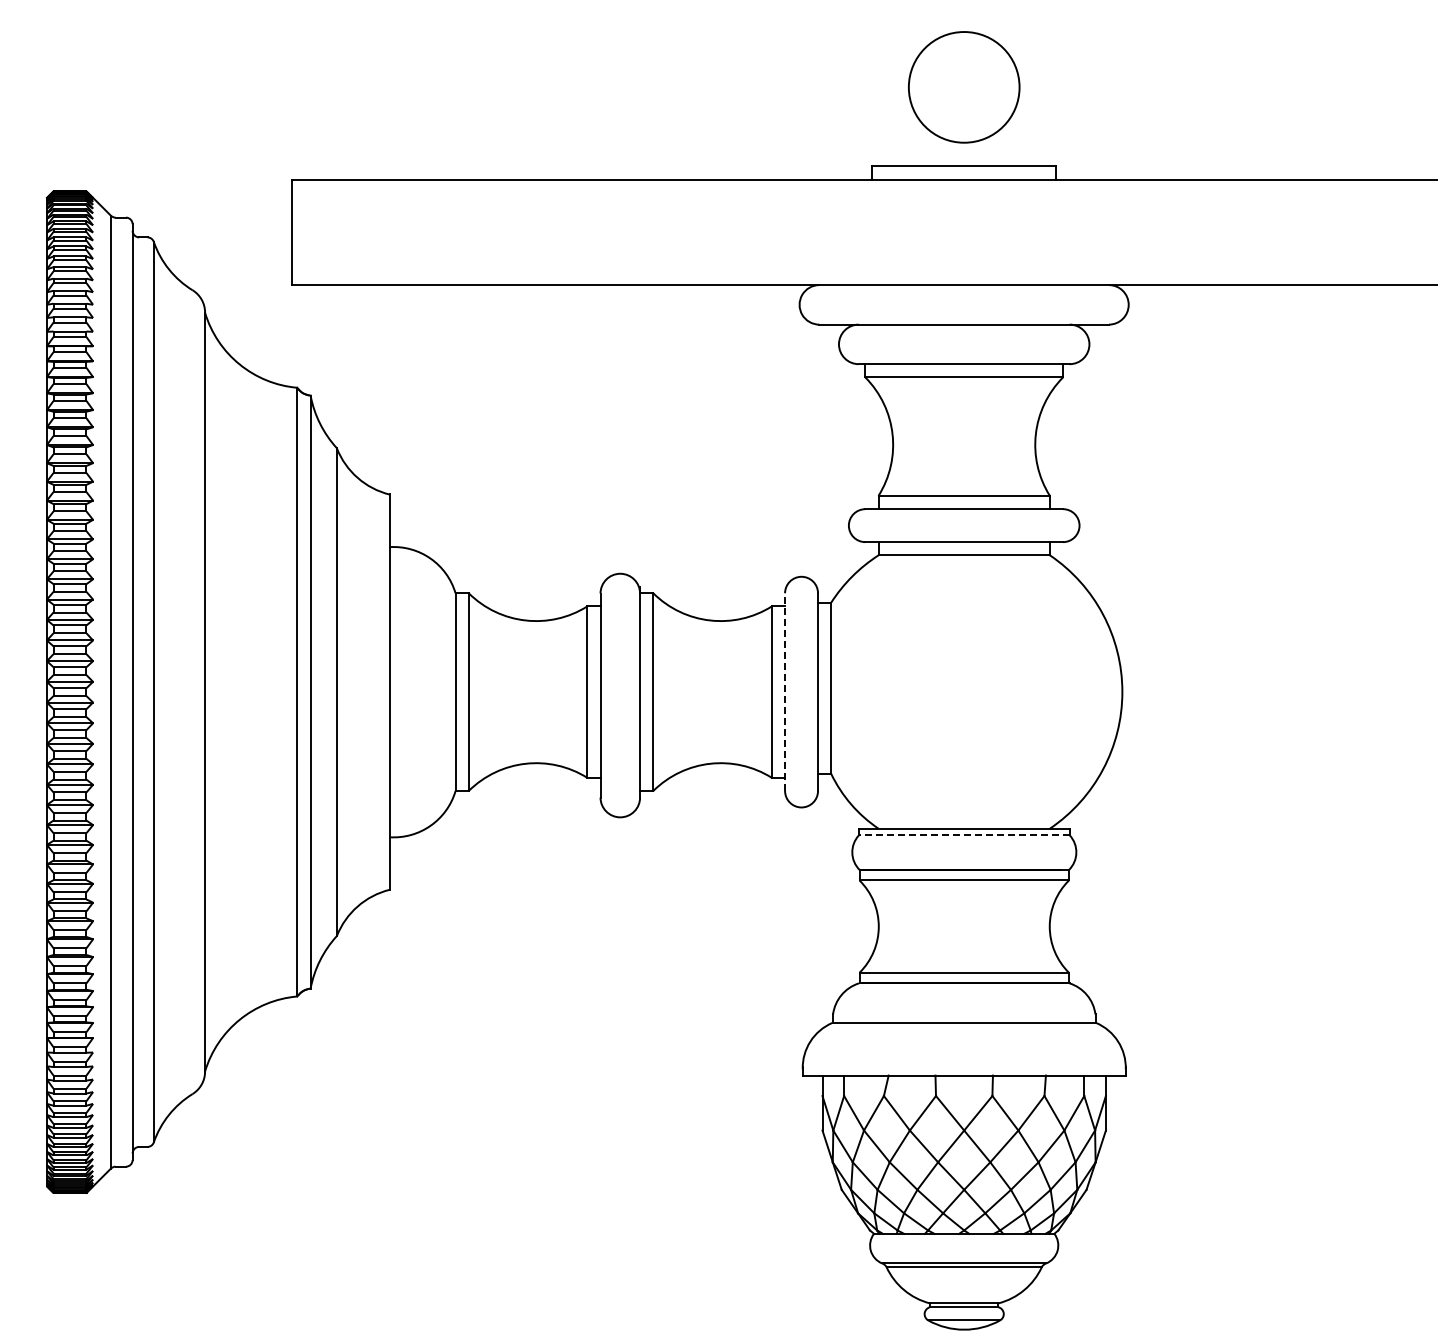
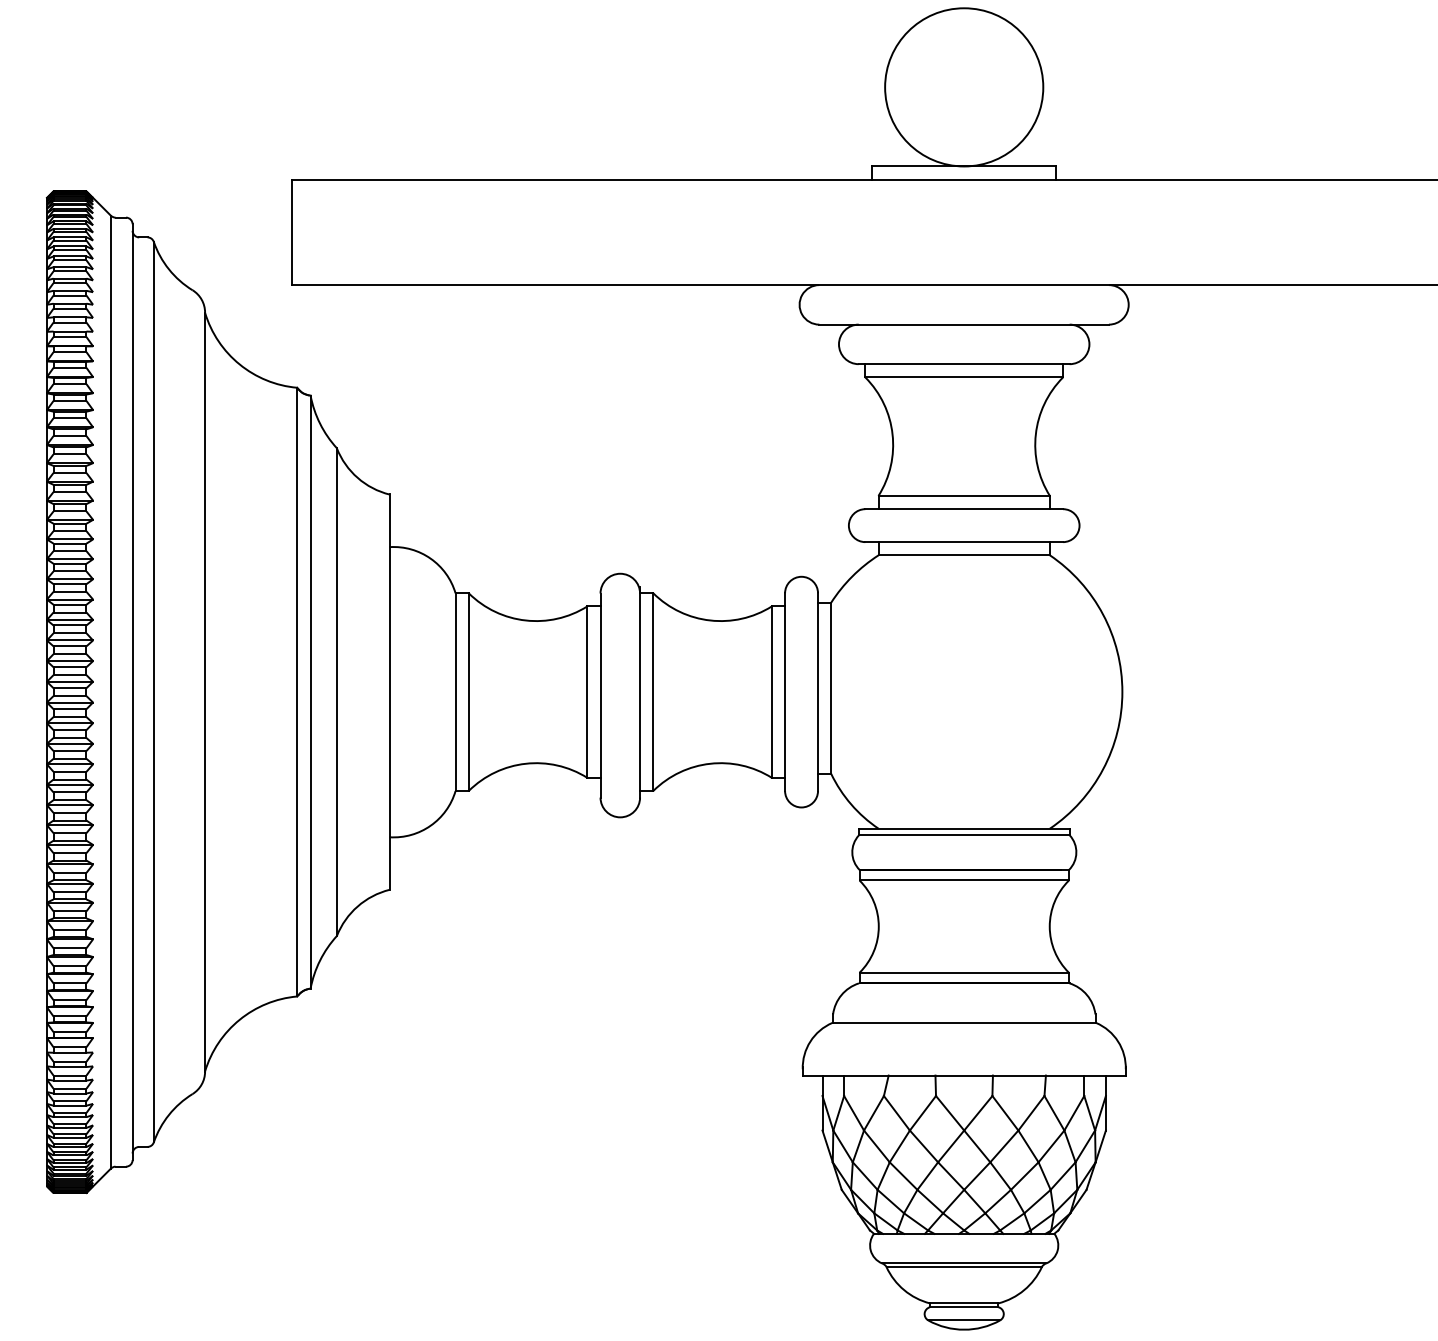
circle at (963, 87) diameter: 111 px -> 158 px
line at (785, 692): dashed -> solid
line at (963, 835): dashed -> solid
